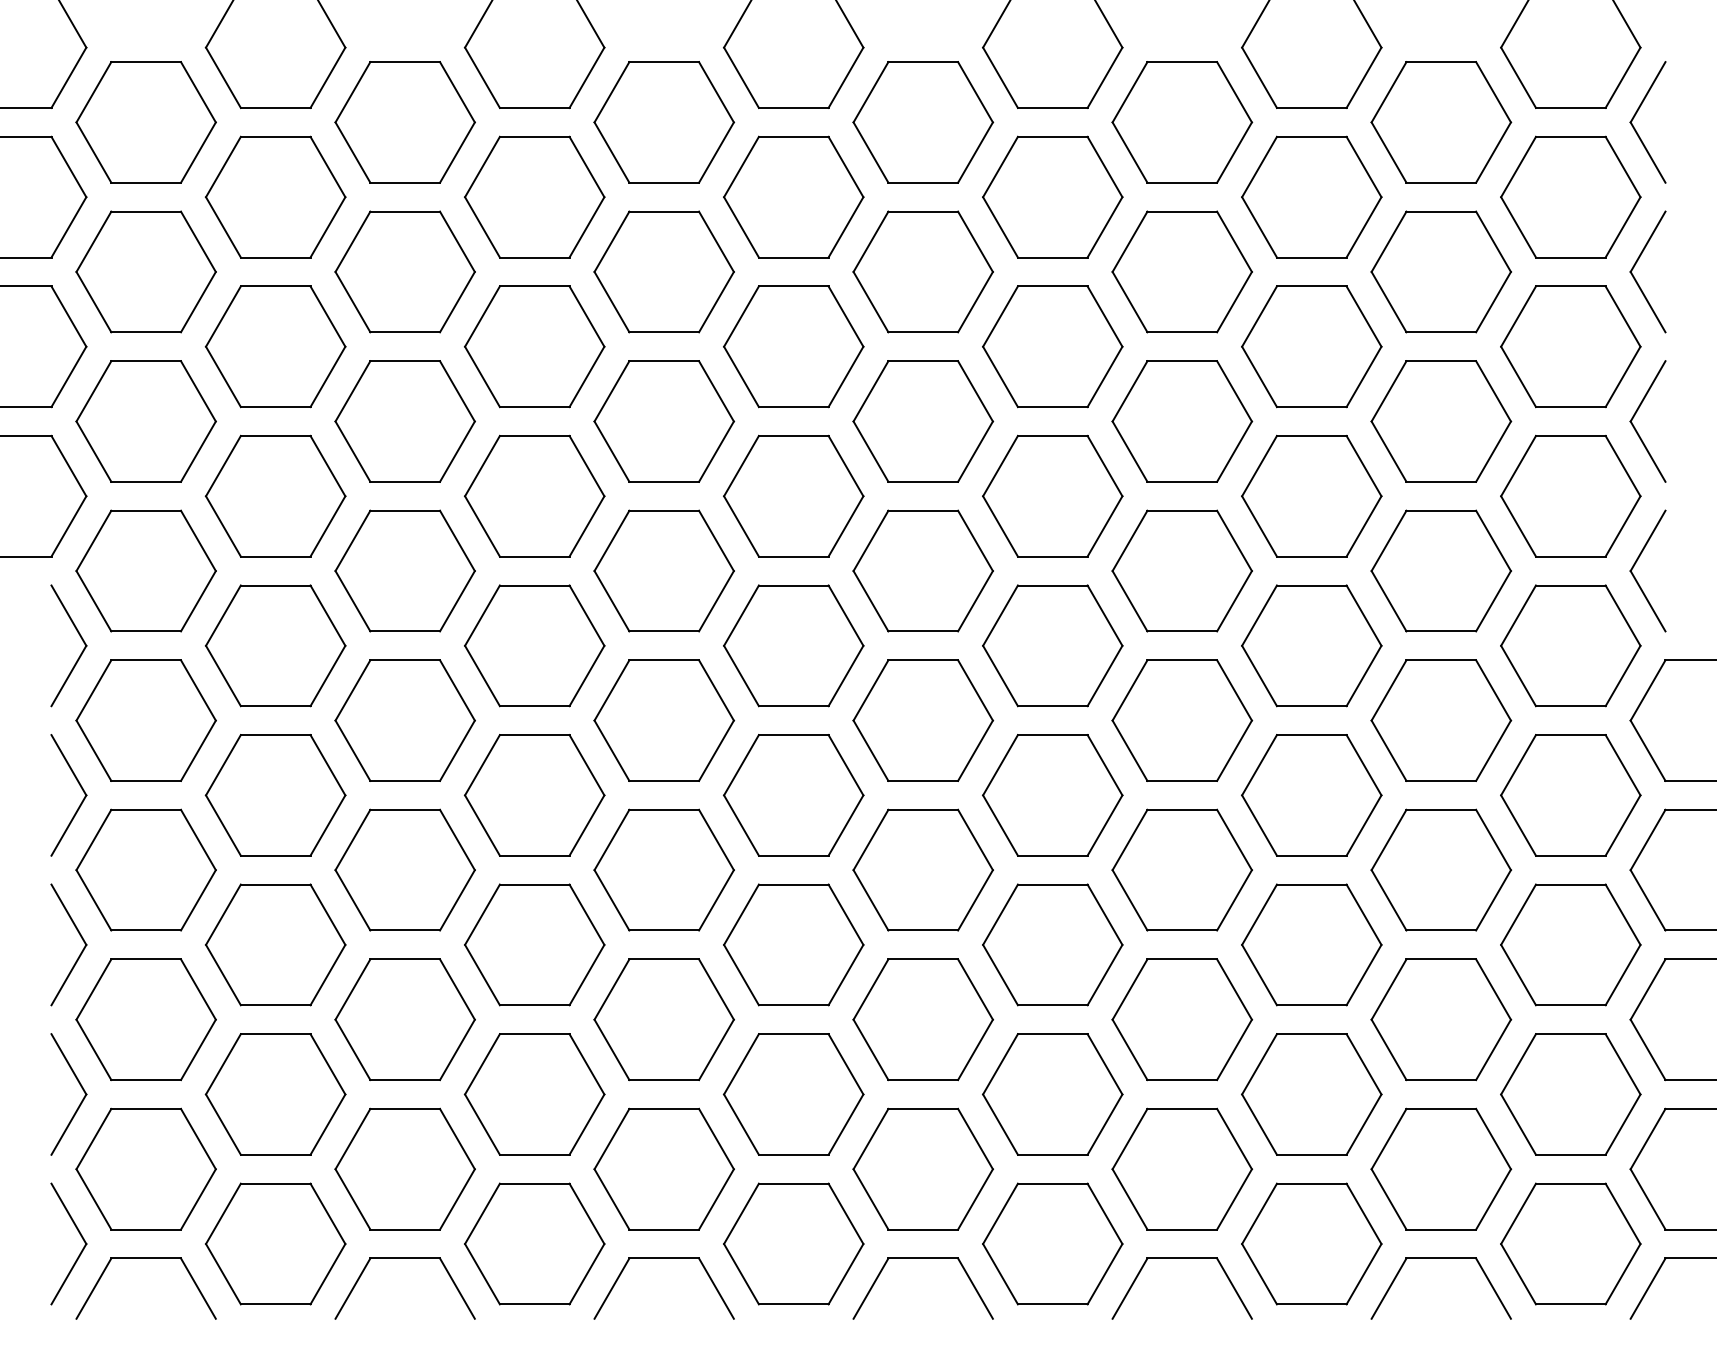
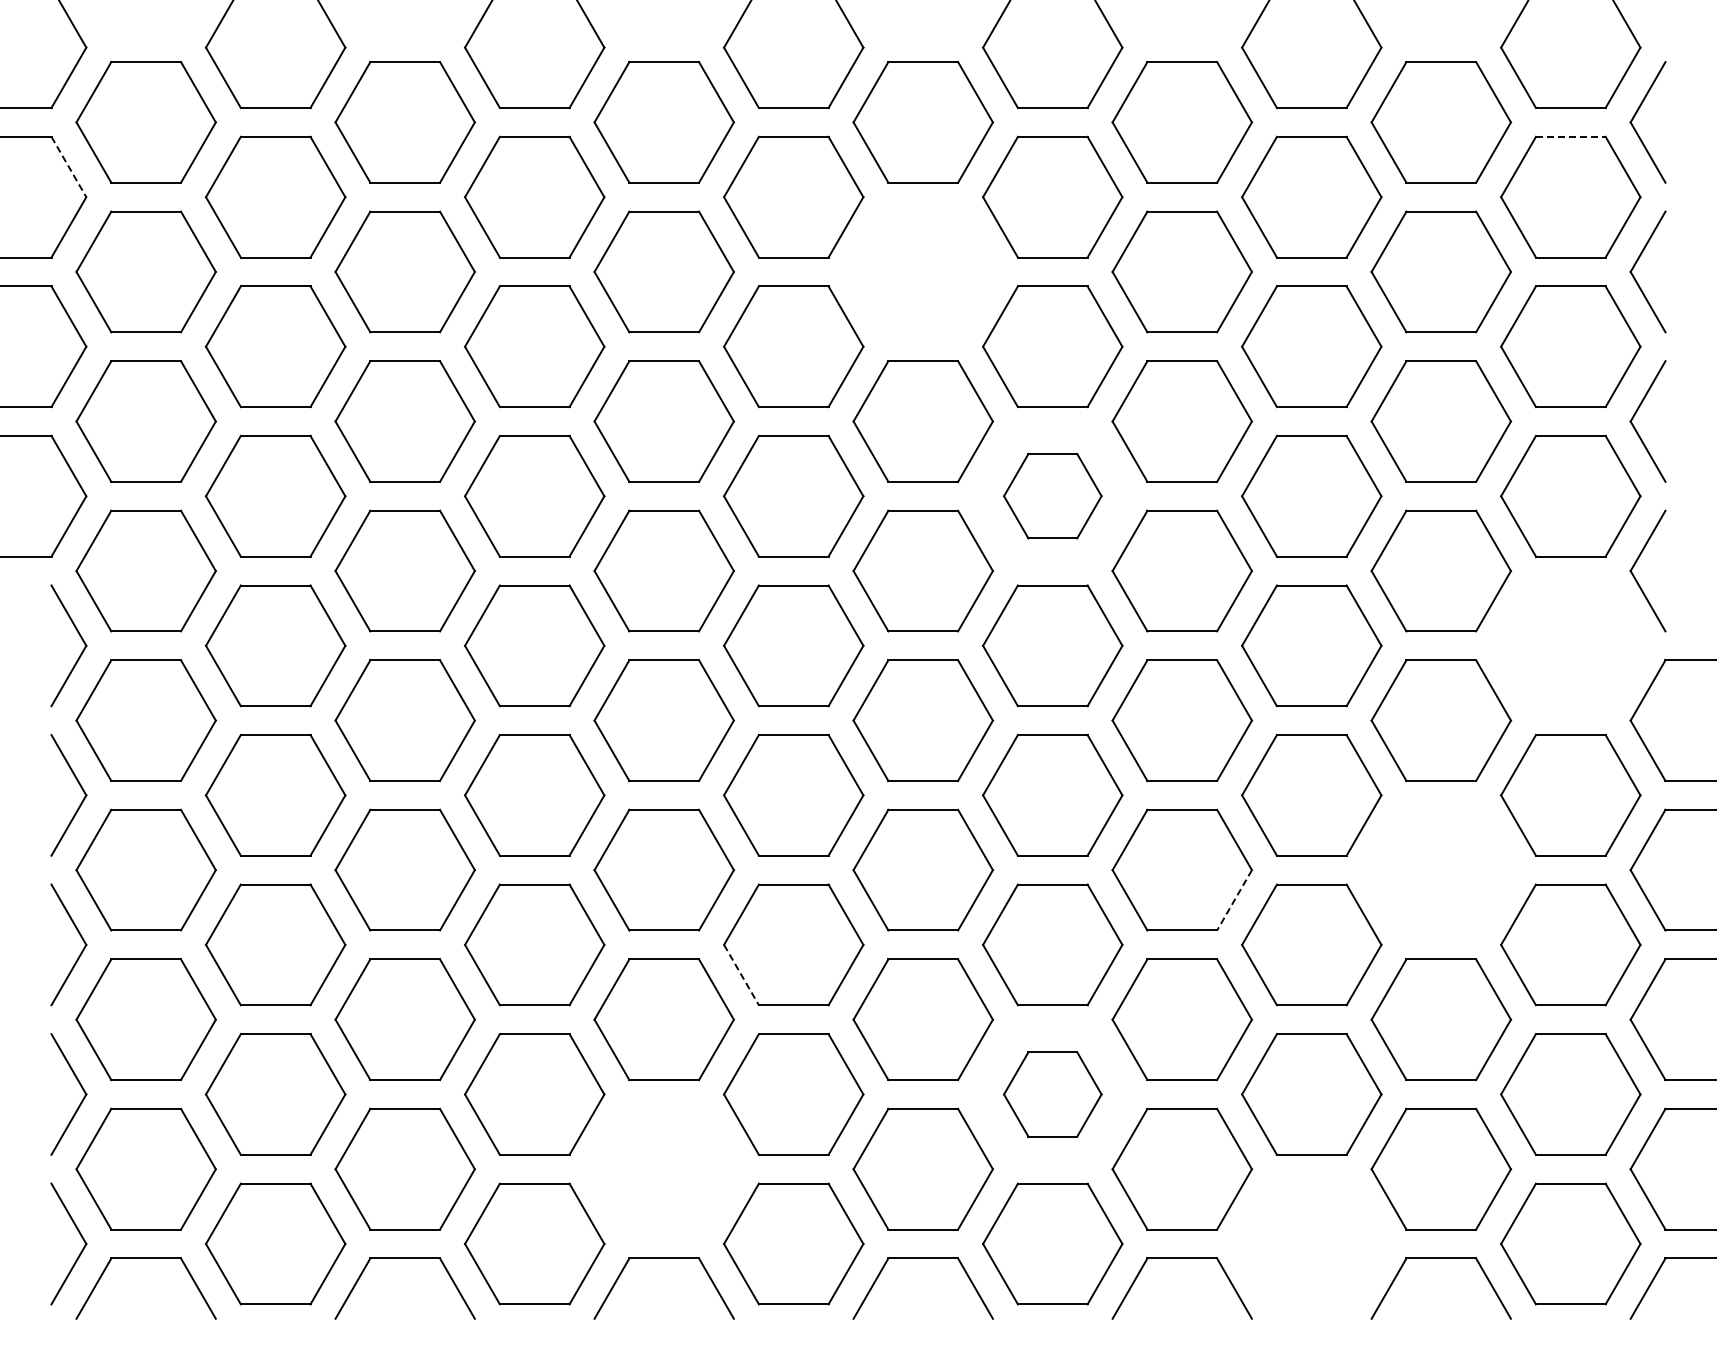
line at (1570, 136): solid -> dashed
line at (68, 167): solid -> dashed
part at (922, 271): present -> none
part at (1052, 495) size: 142x124 px -> 100x88 px
part at (1570, 645): present -> none
part at (1441, 869): present -> none
line at (1234, 900): solid -> dashed
line at (741, 975): solid -> dashed
part at (1052, 1094) size: 142x123 px -> 101x87 px
part at (663, 1168): present -> none
part at (1311, 1243): present -> none
